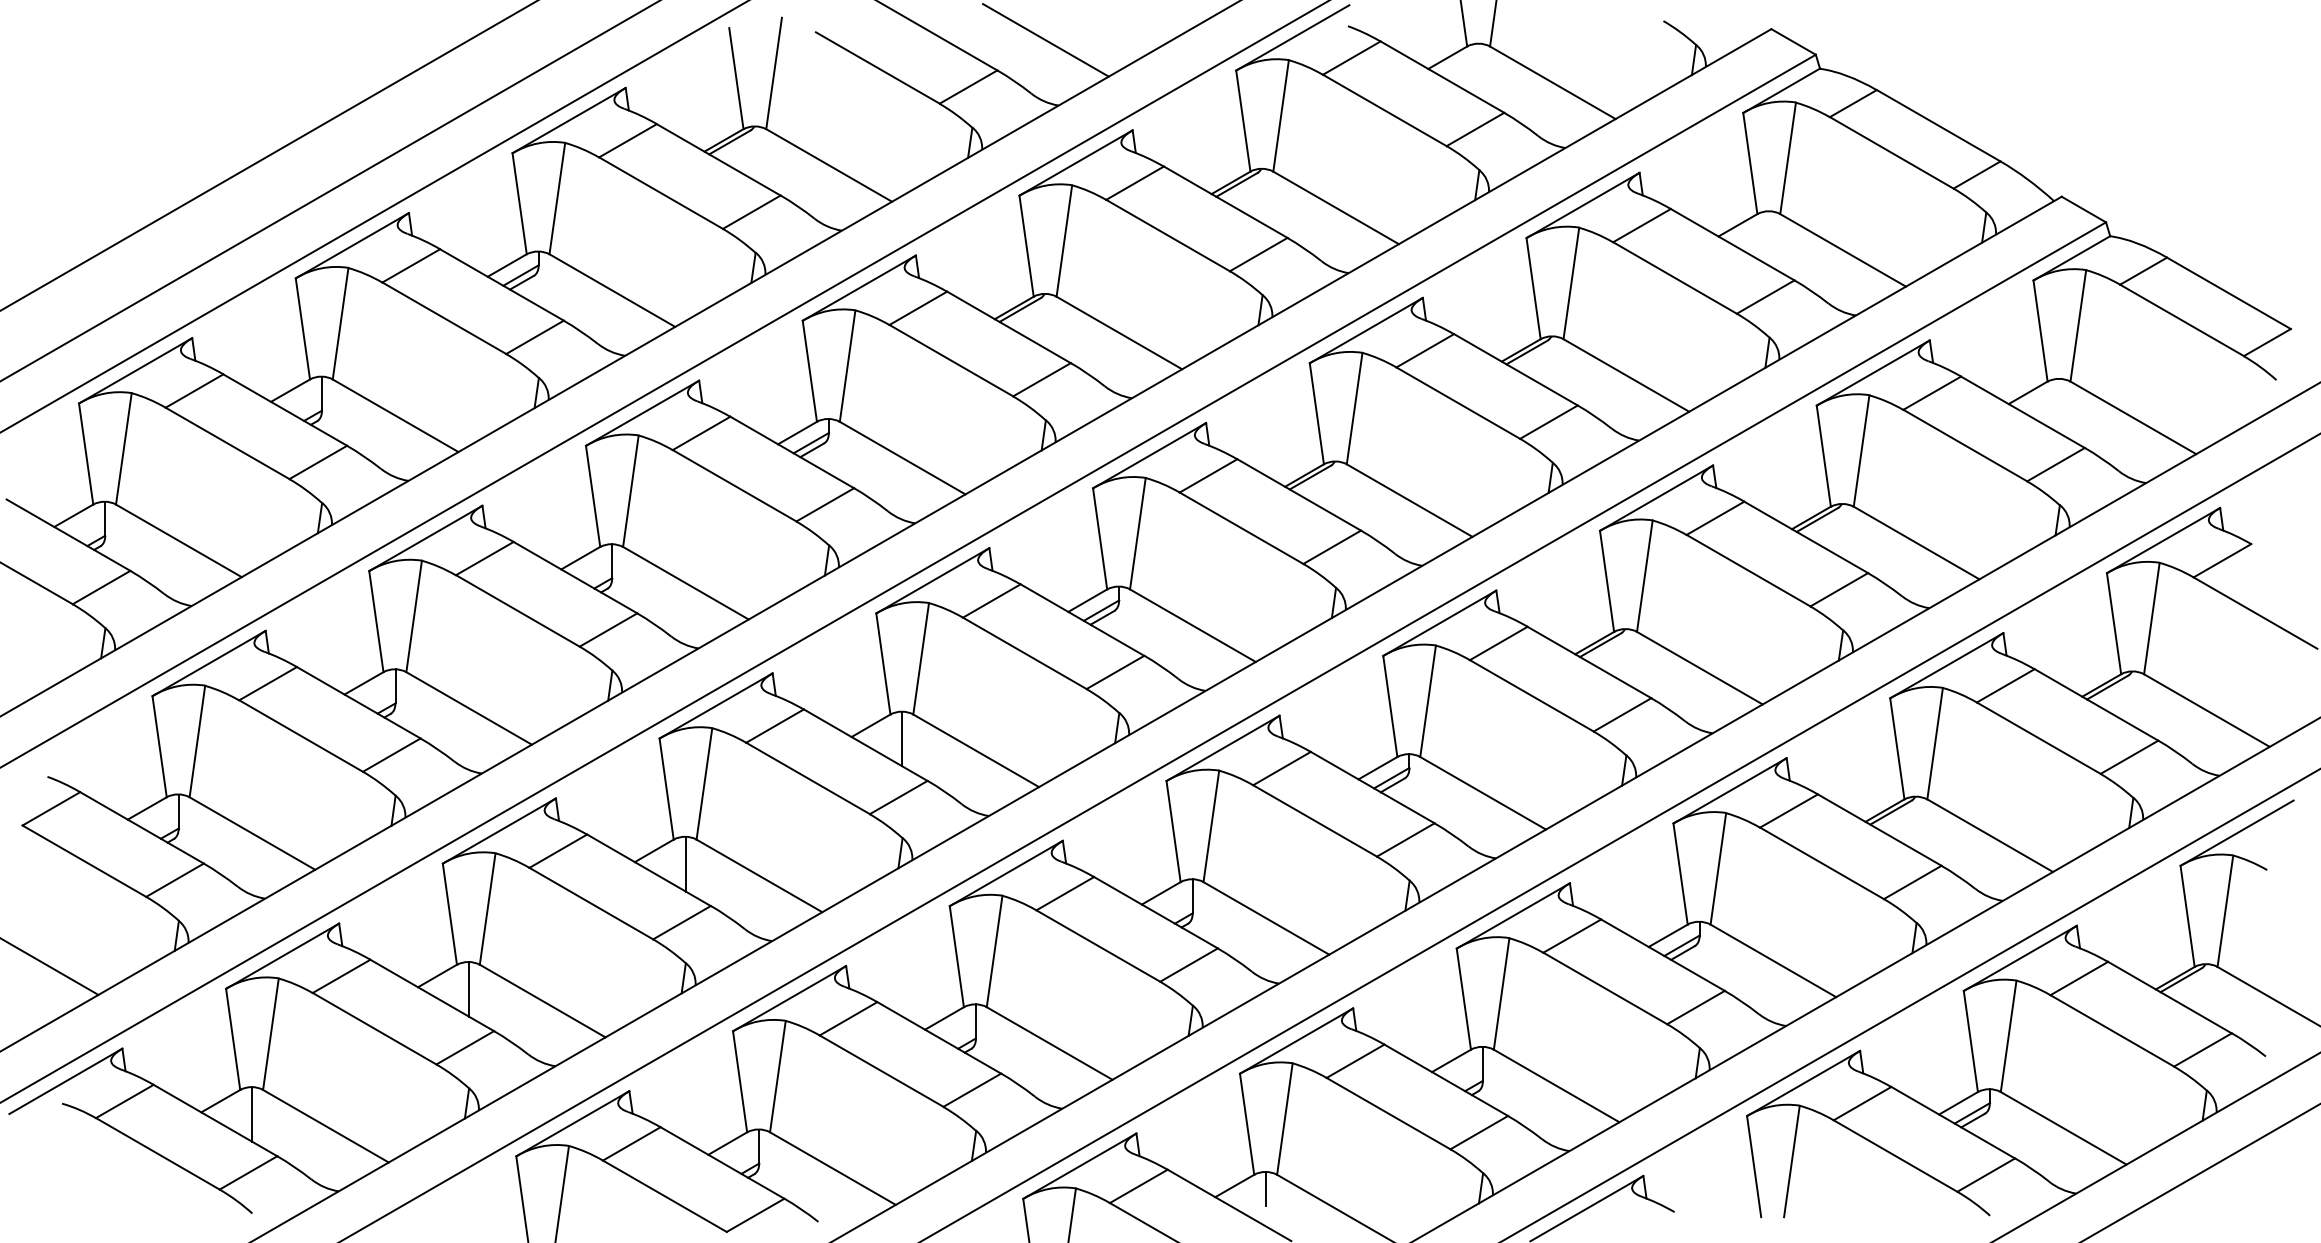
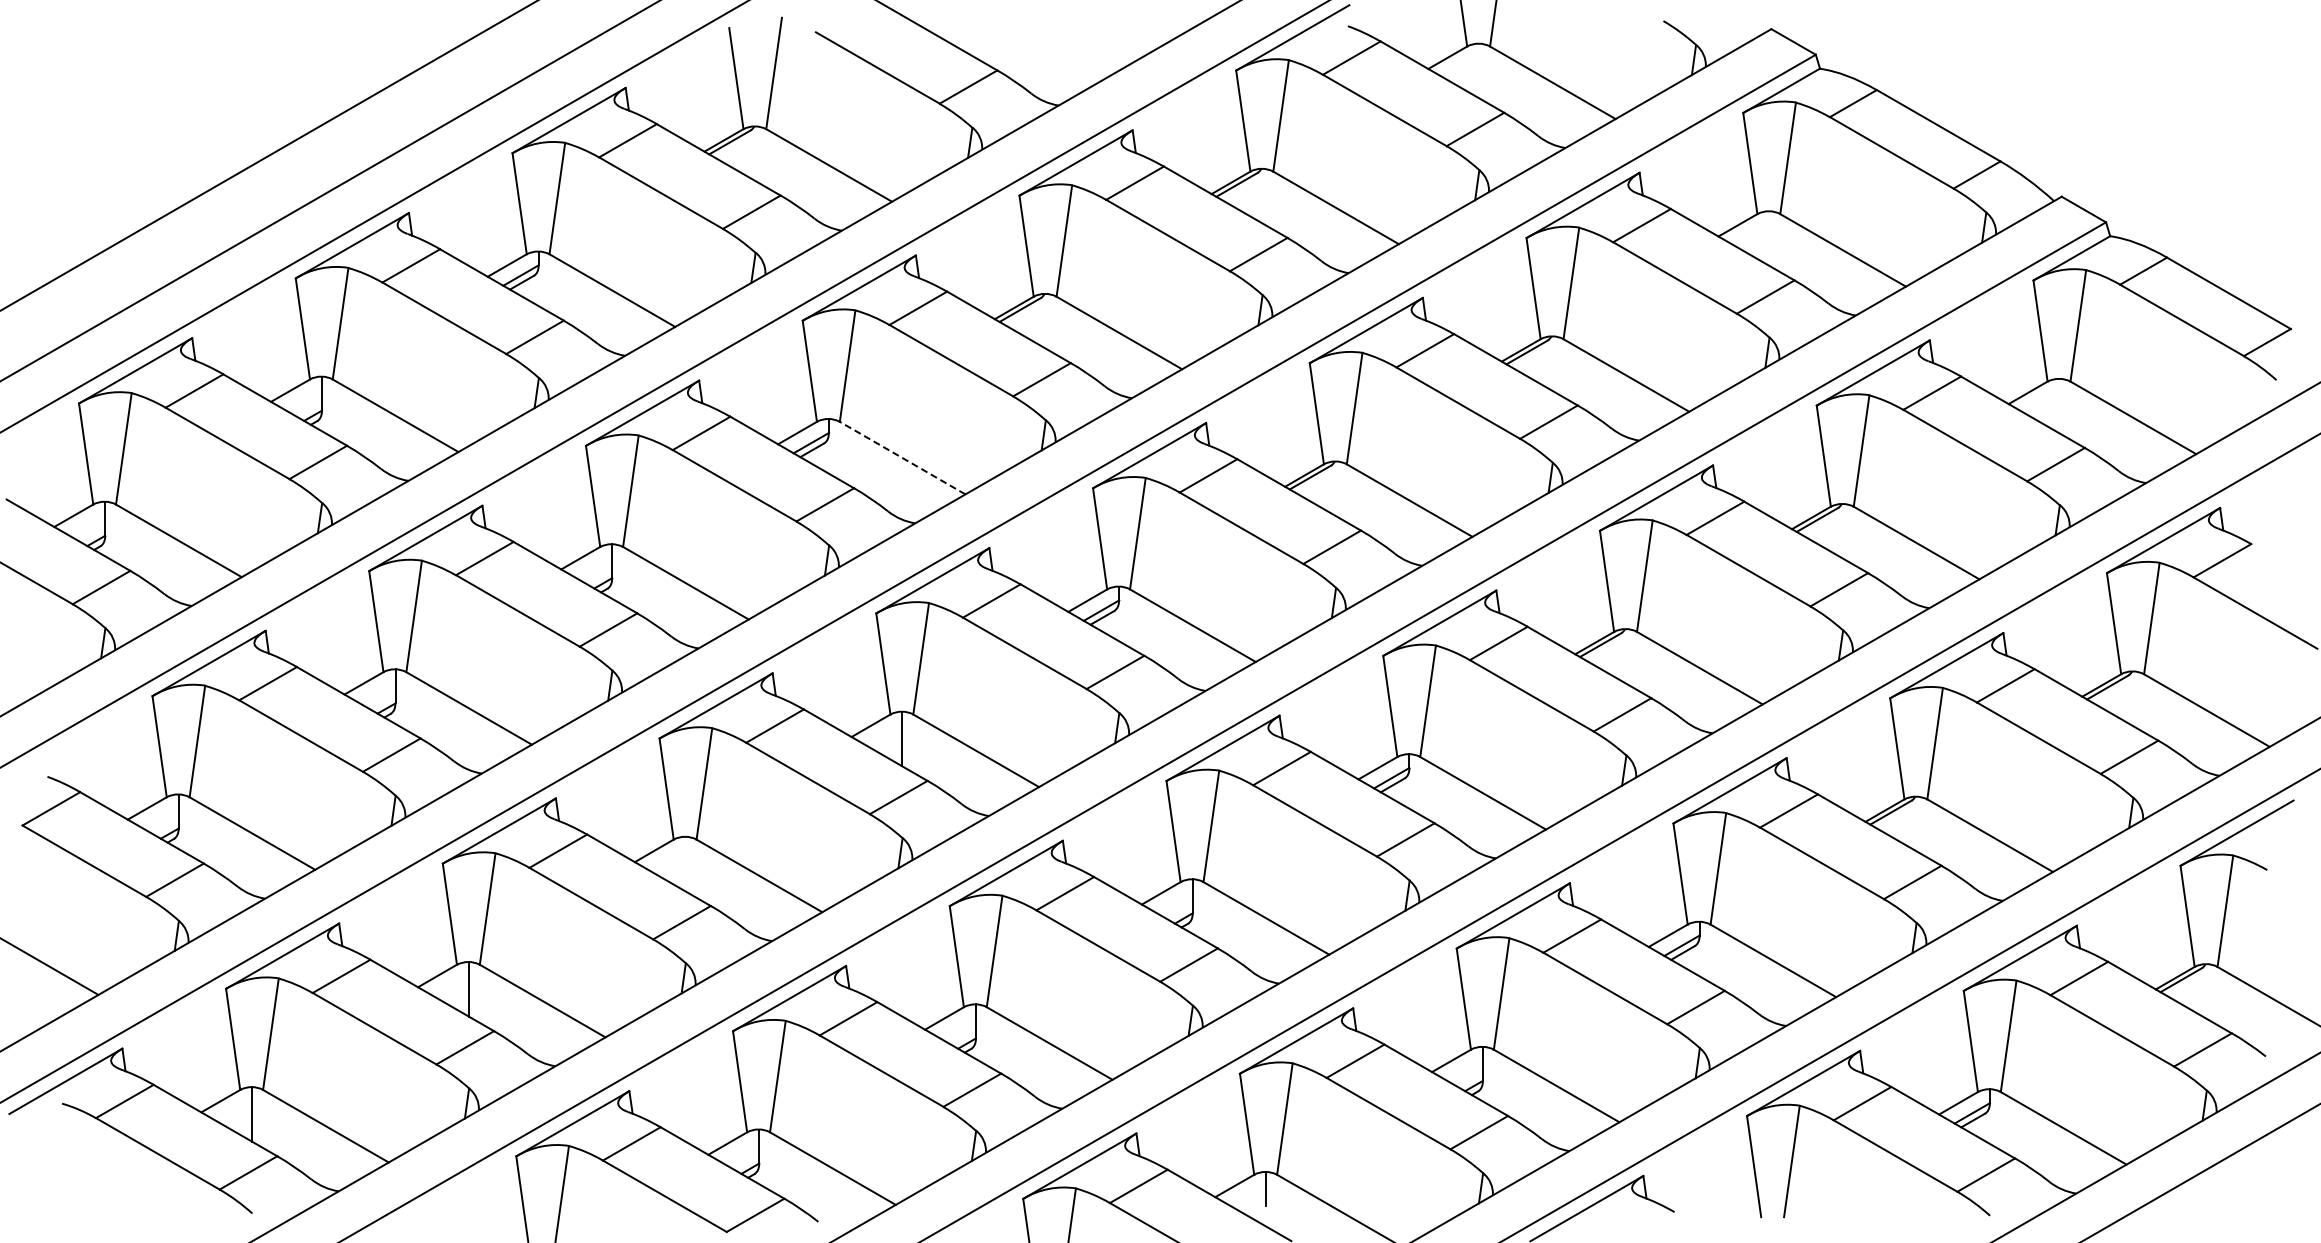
line at (1045, 40): present -> none
line at (902, 458): solid -> dashed
line at (685, 863): present -> none
